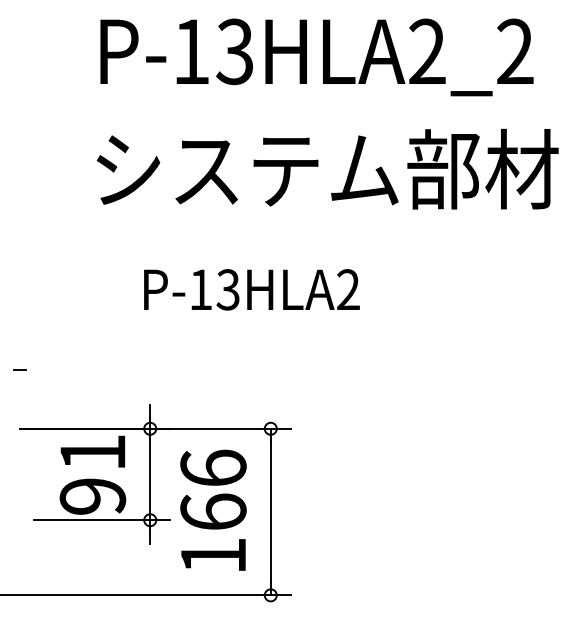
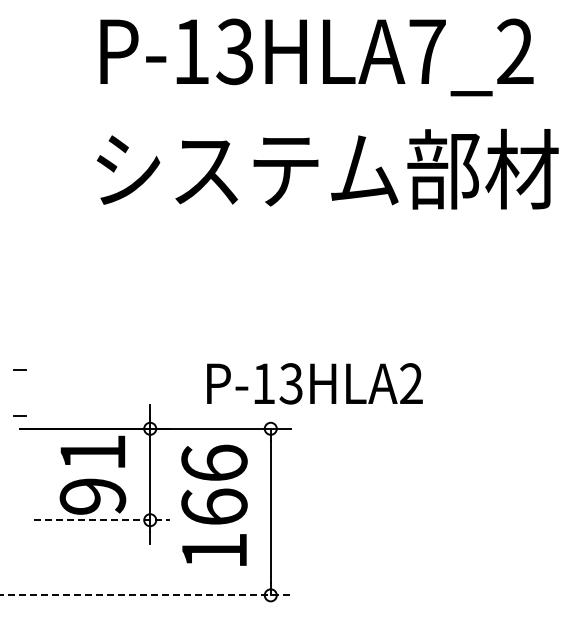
text at (427, 50): P-13HLA2_2 -> P-13HLA7_2
text at (251, 289) position: (251, 289) -> (314, 383)
line at (19, 415): none -> present
text at (213, 509) position: (213, 509) -> (214, 504)
line at (102, 520): solid -> dashed
line at (146, 595): solid -> dashed
